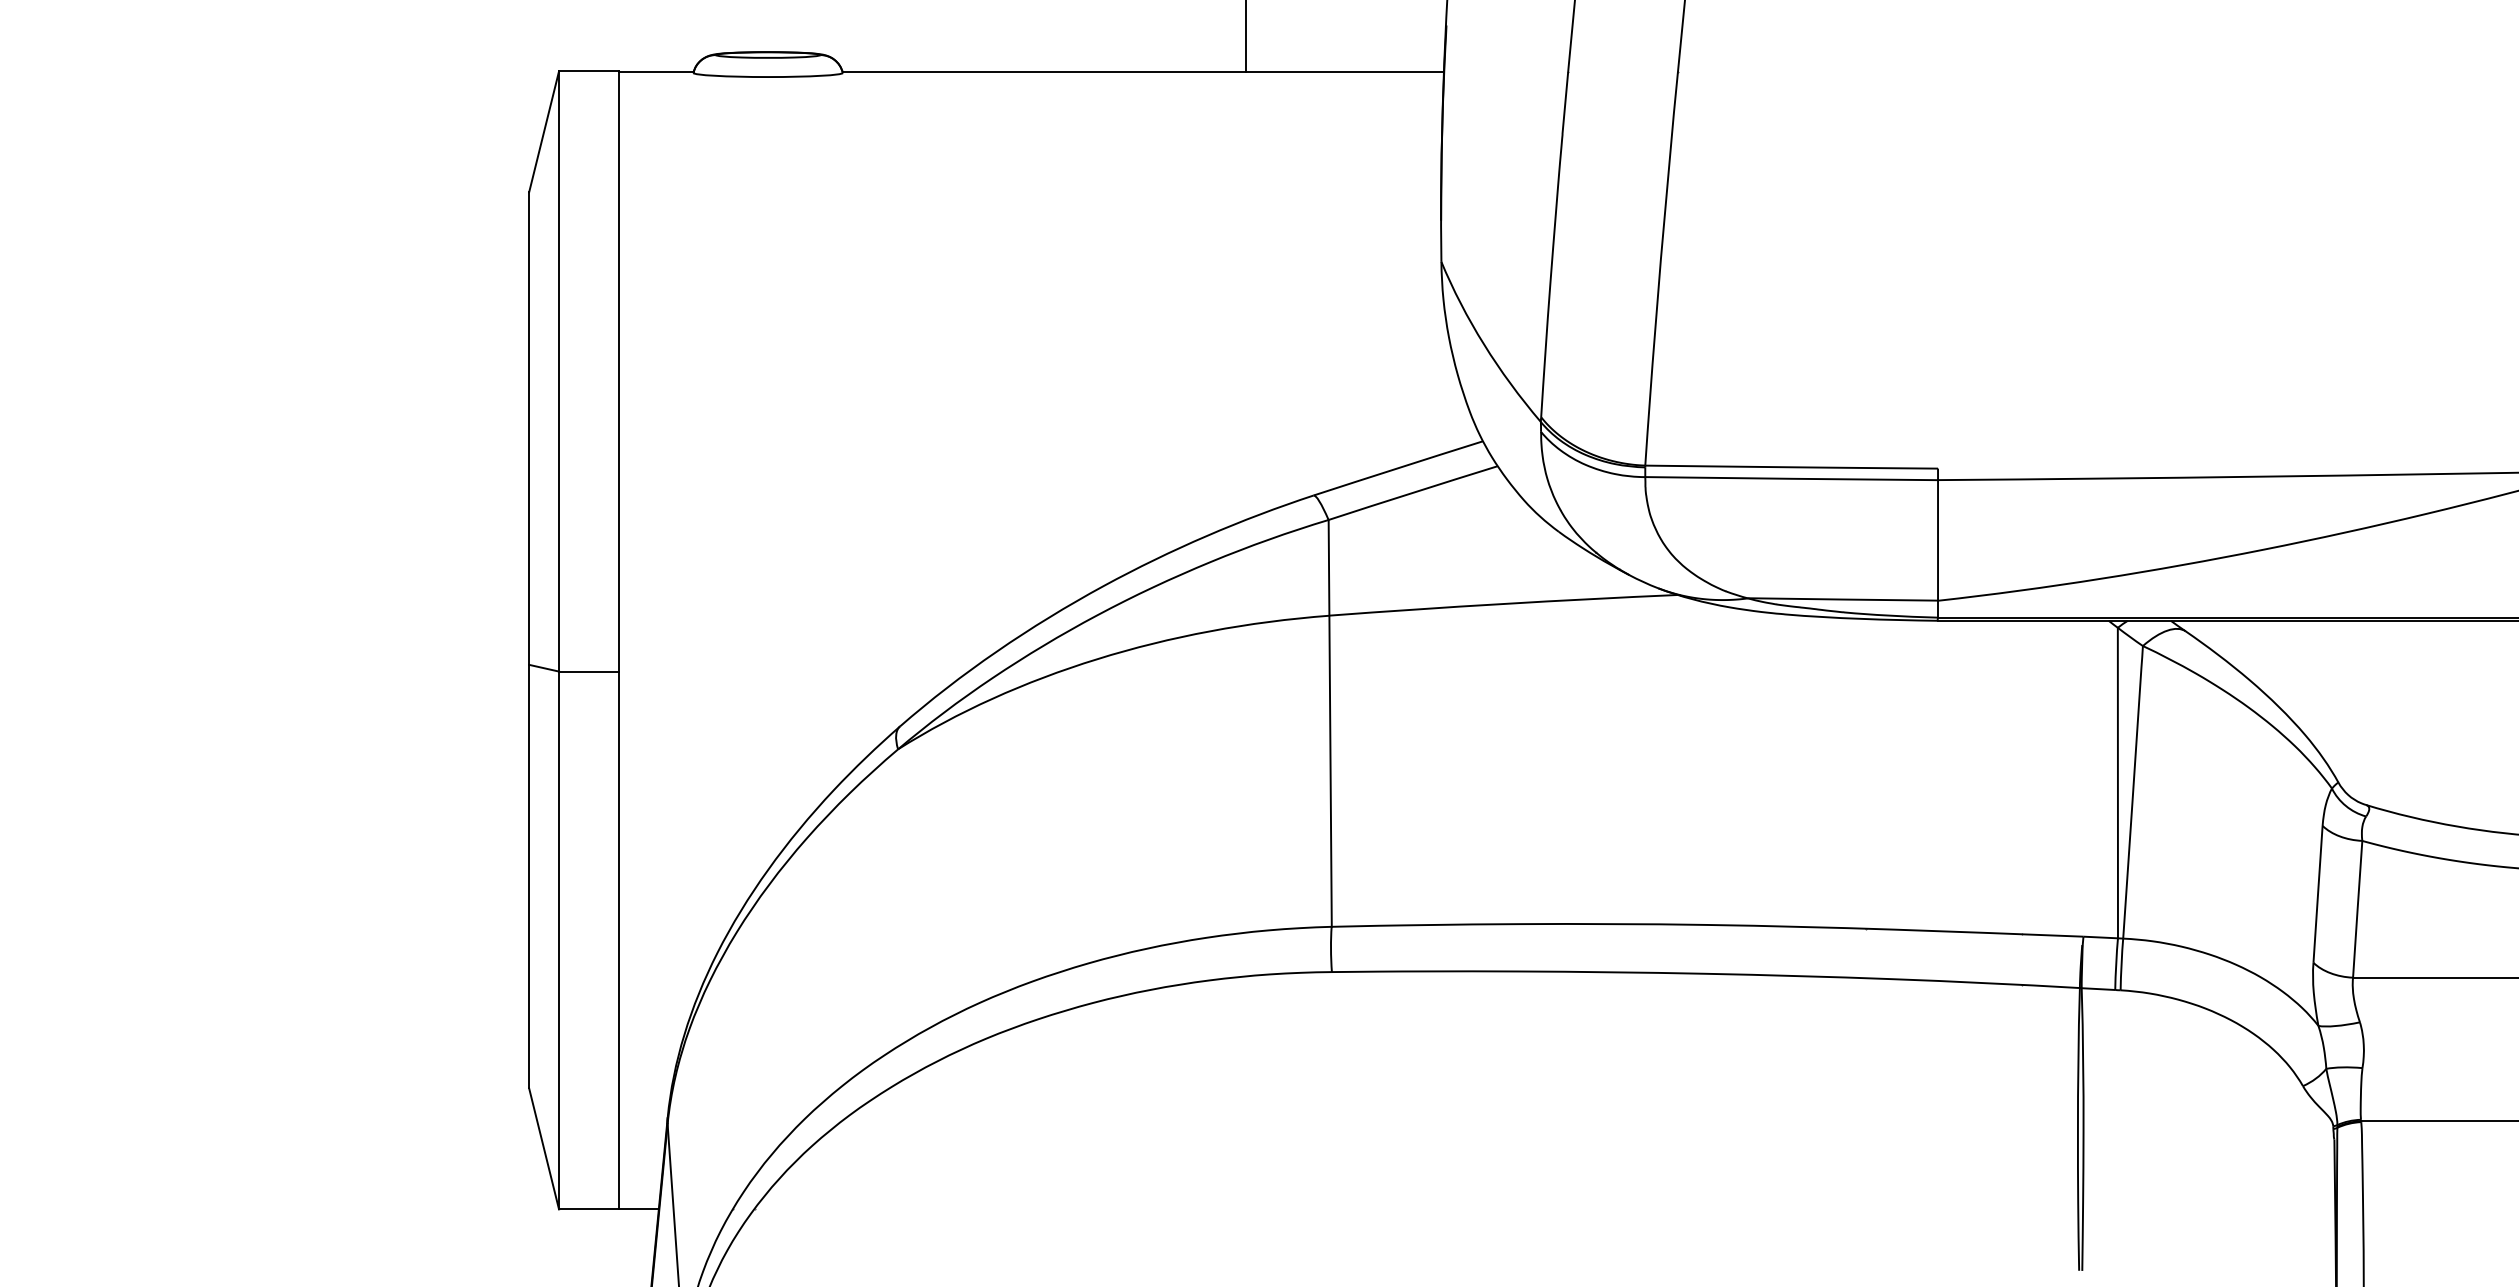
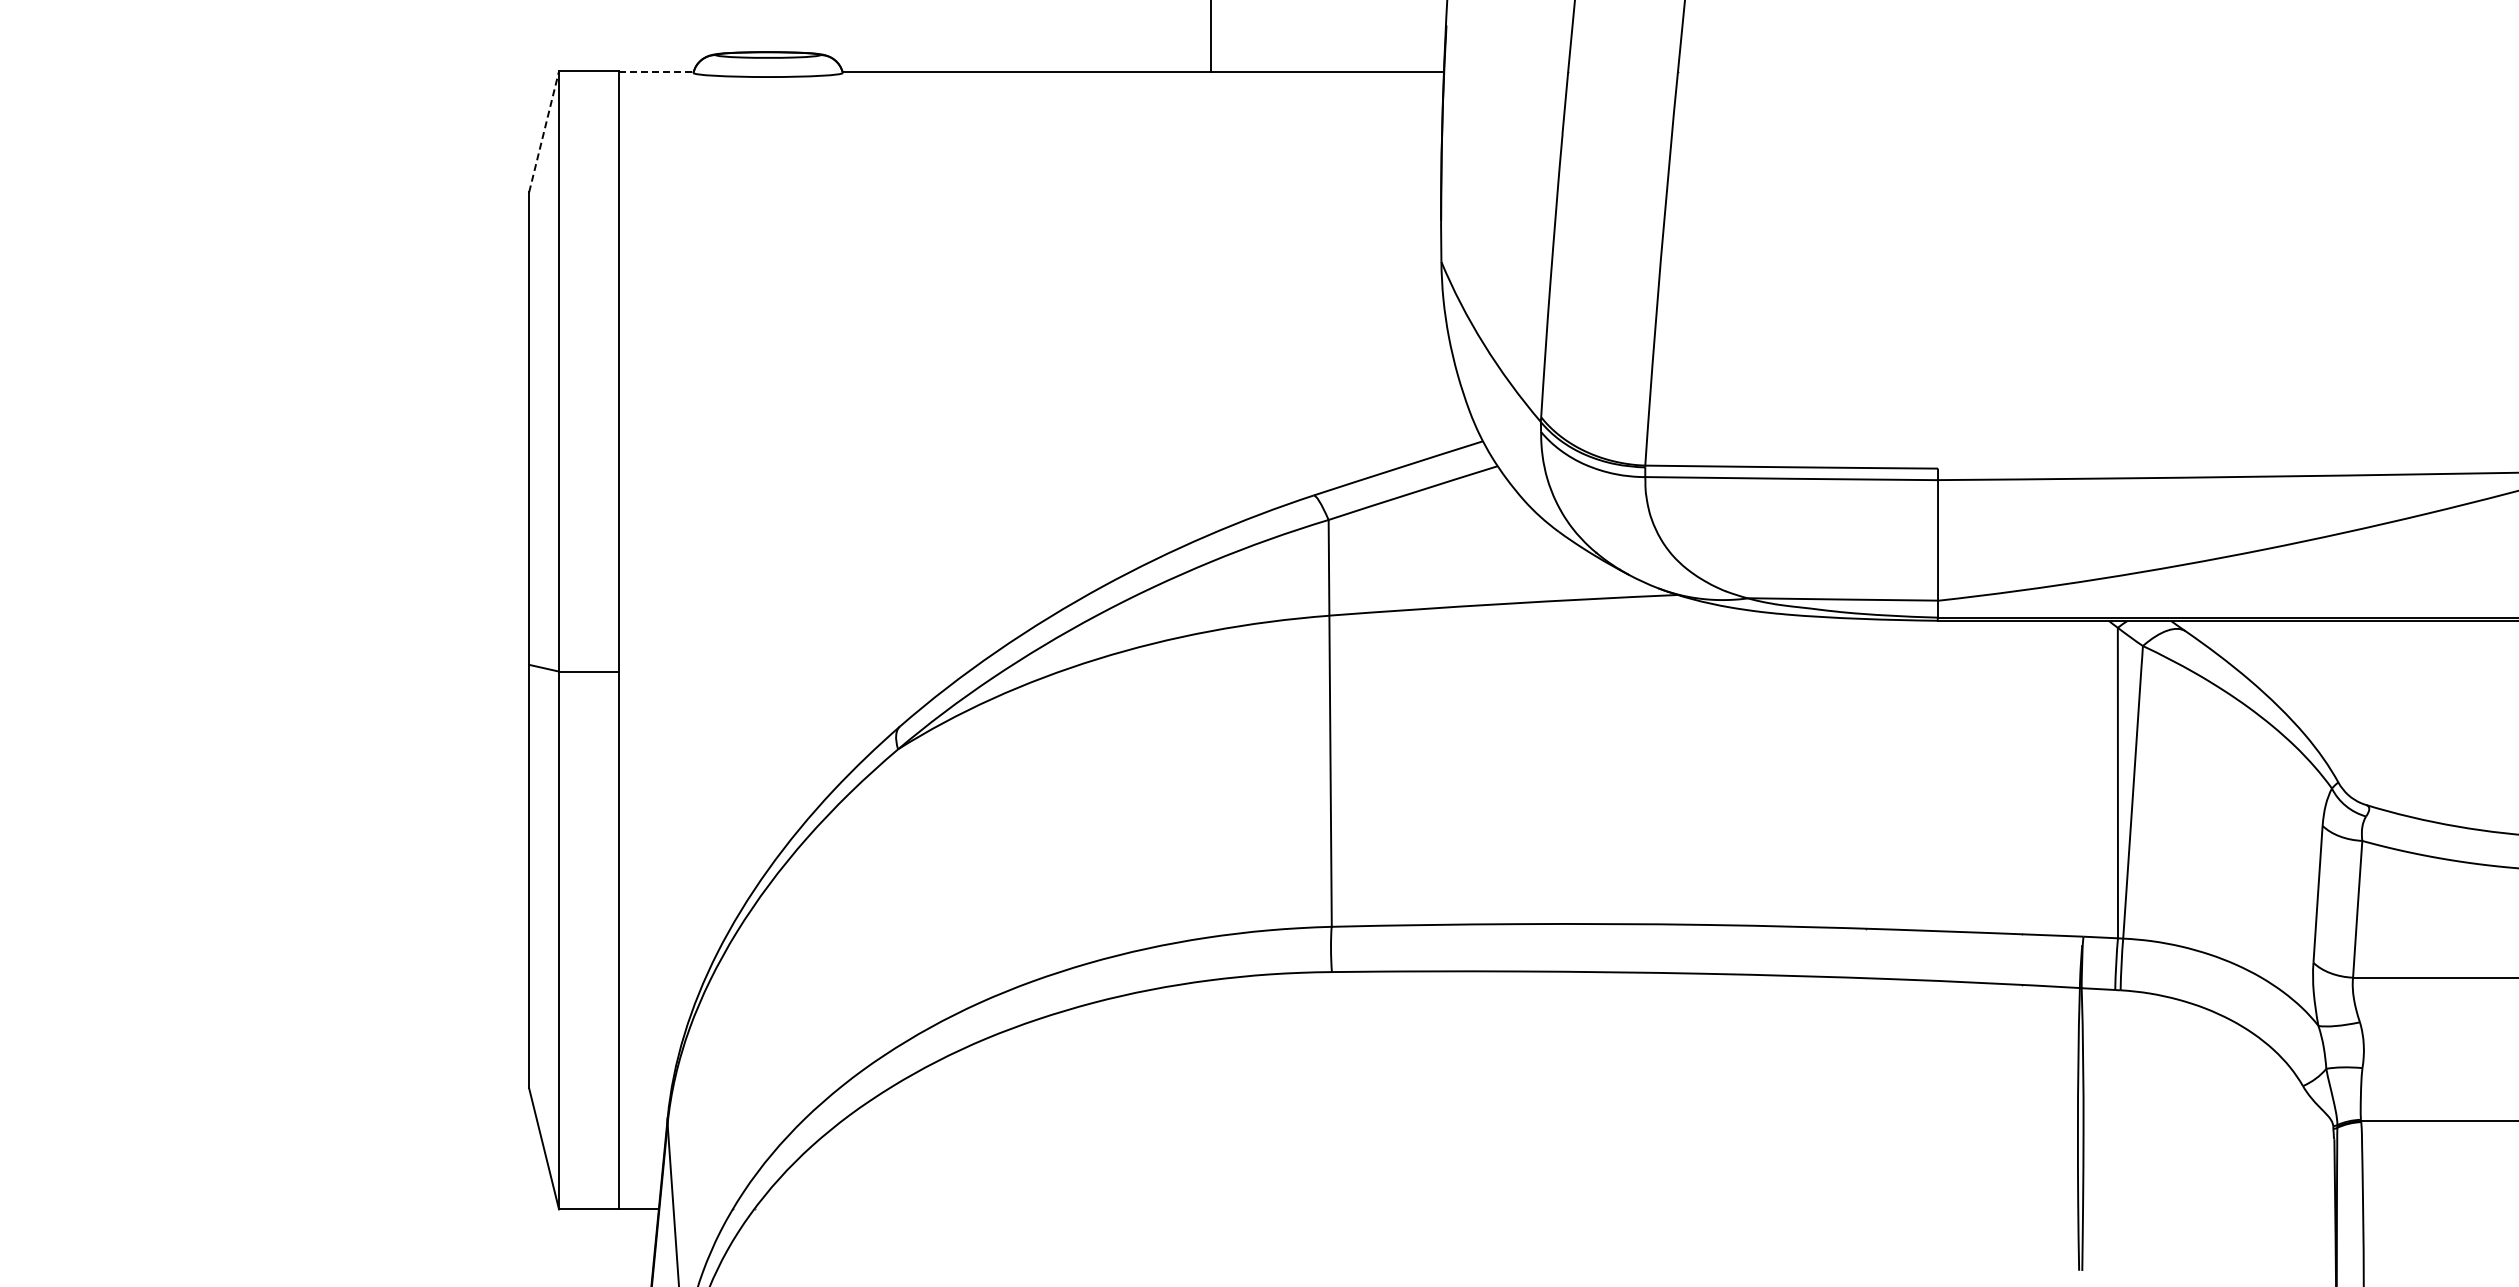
line at (1246, 37) position: (1246, 37) -> (1211, 37)
line at (656, 72): solid -> dashed
line at (544, 131): solid -> dashed
